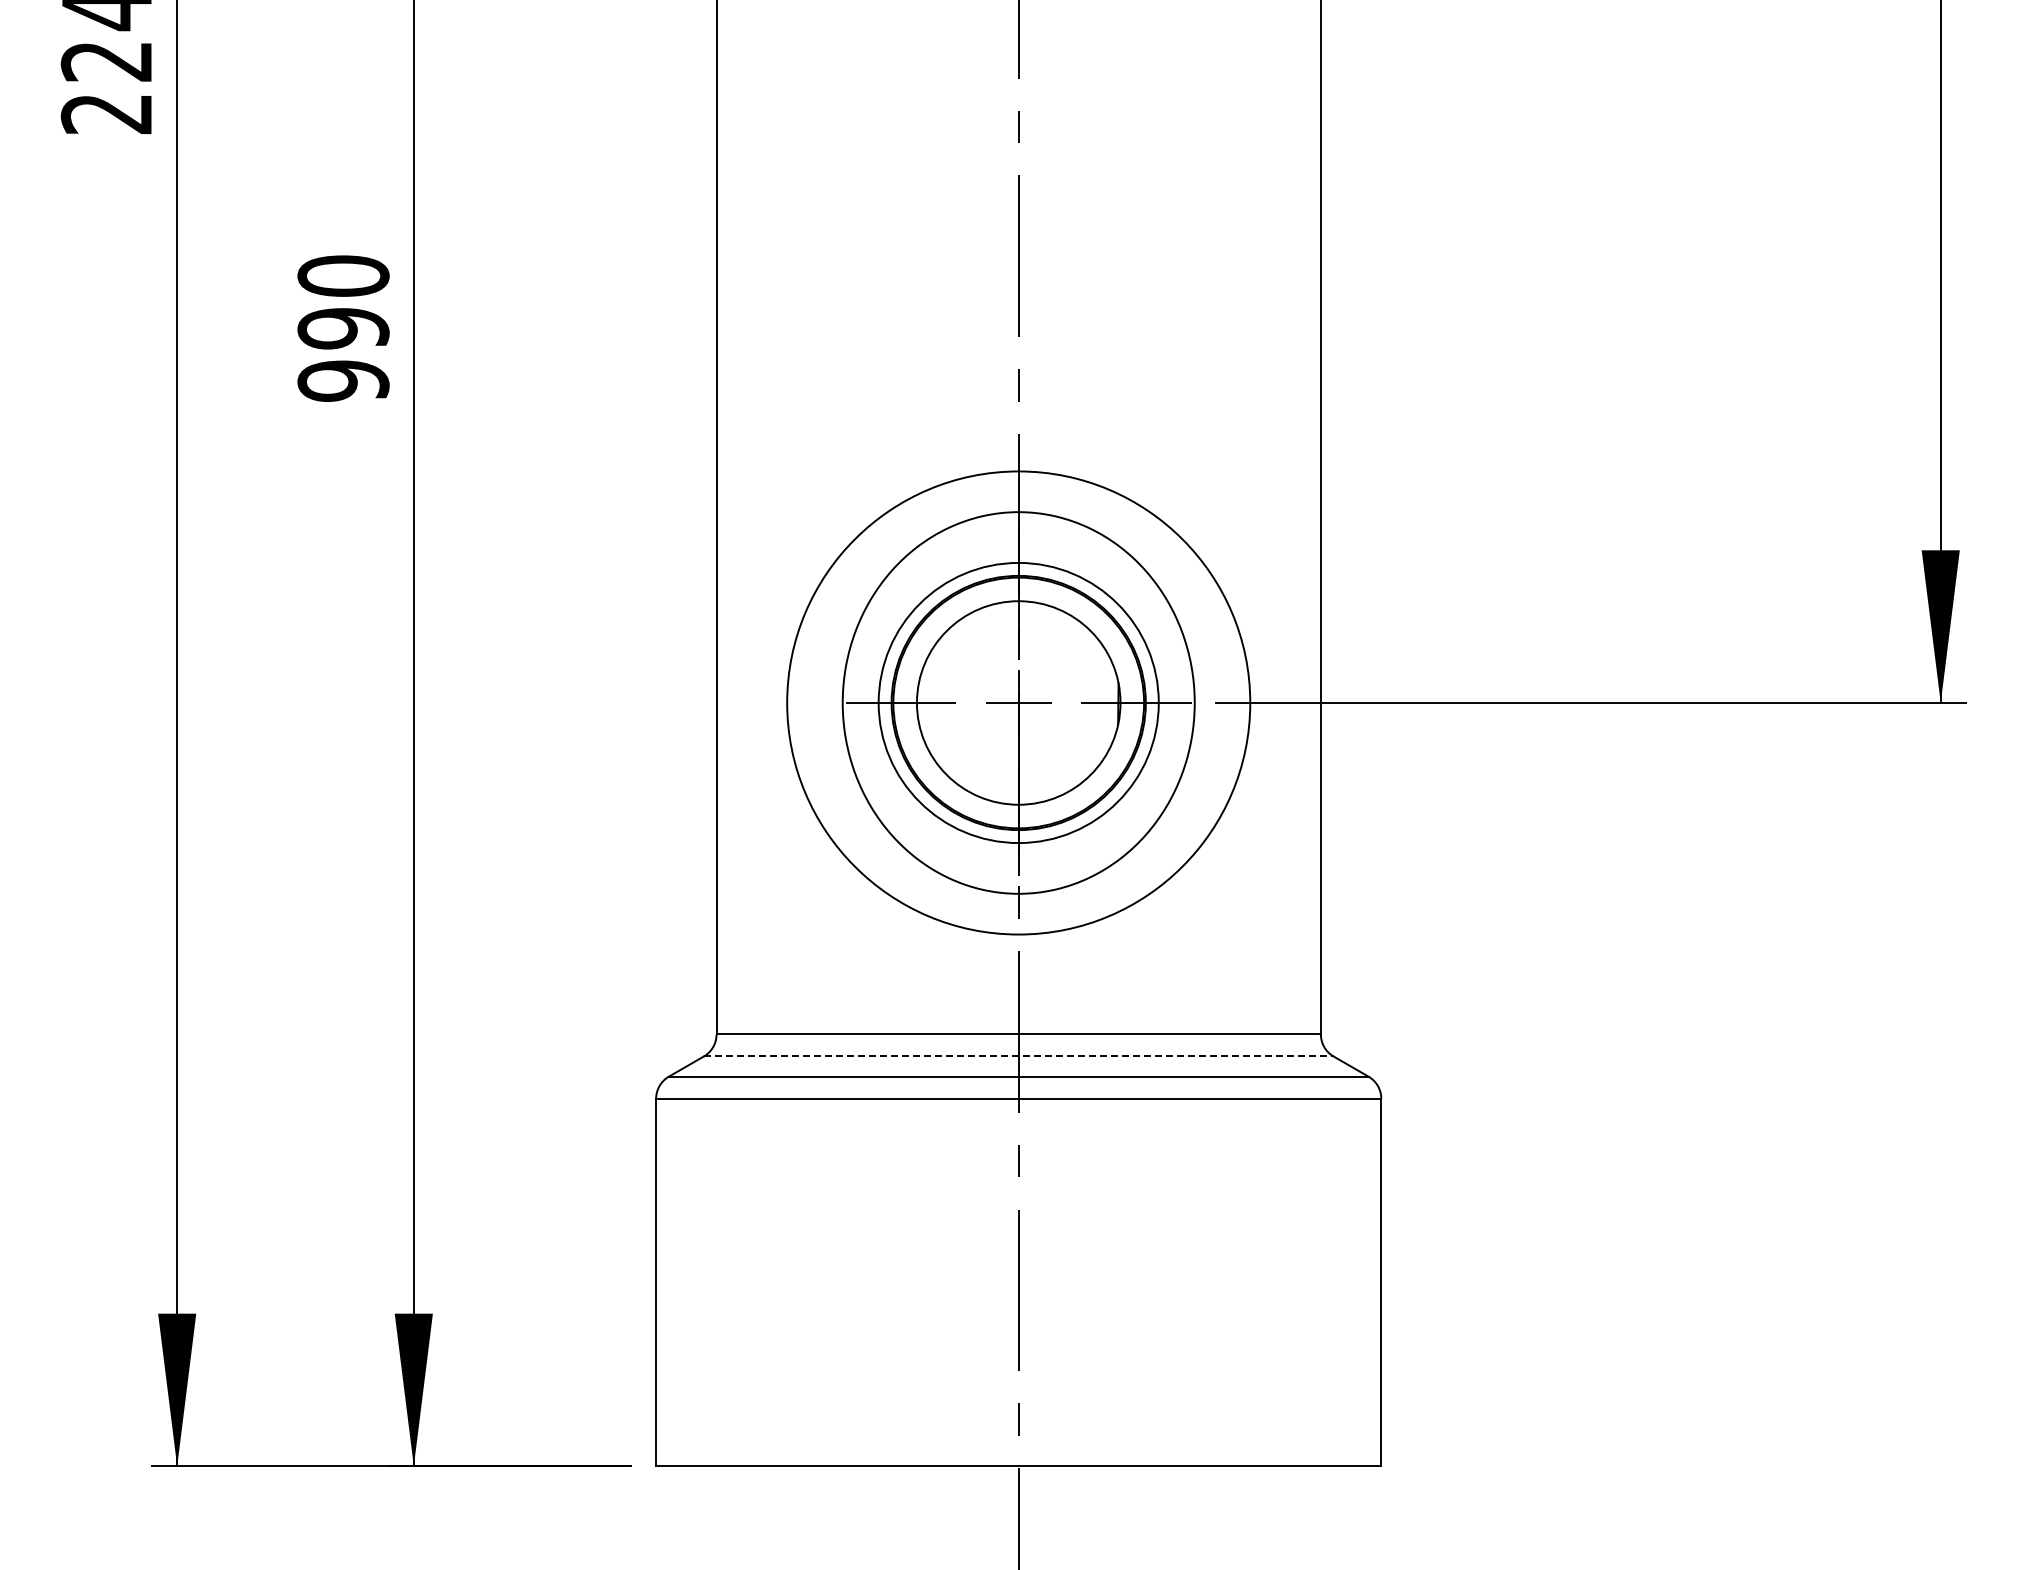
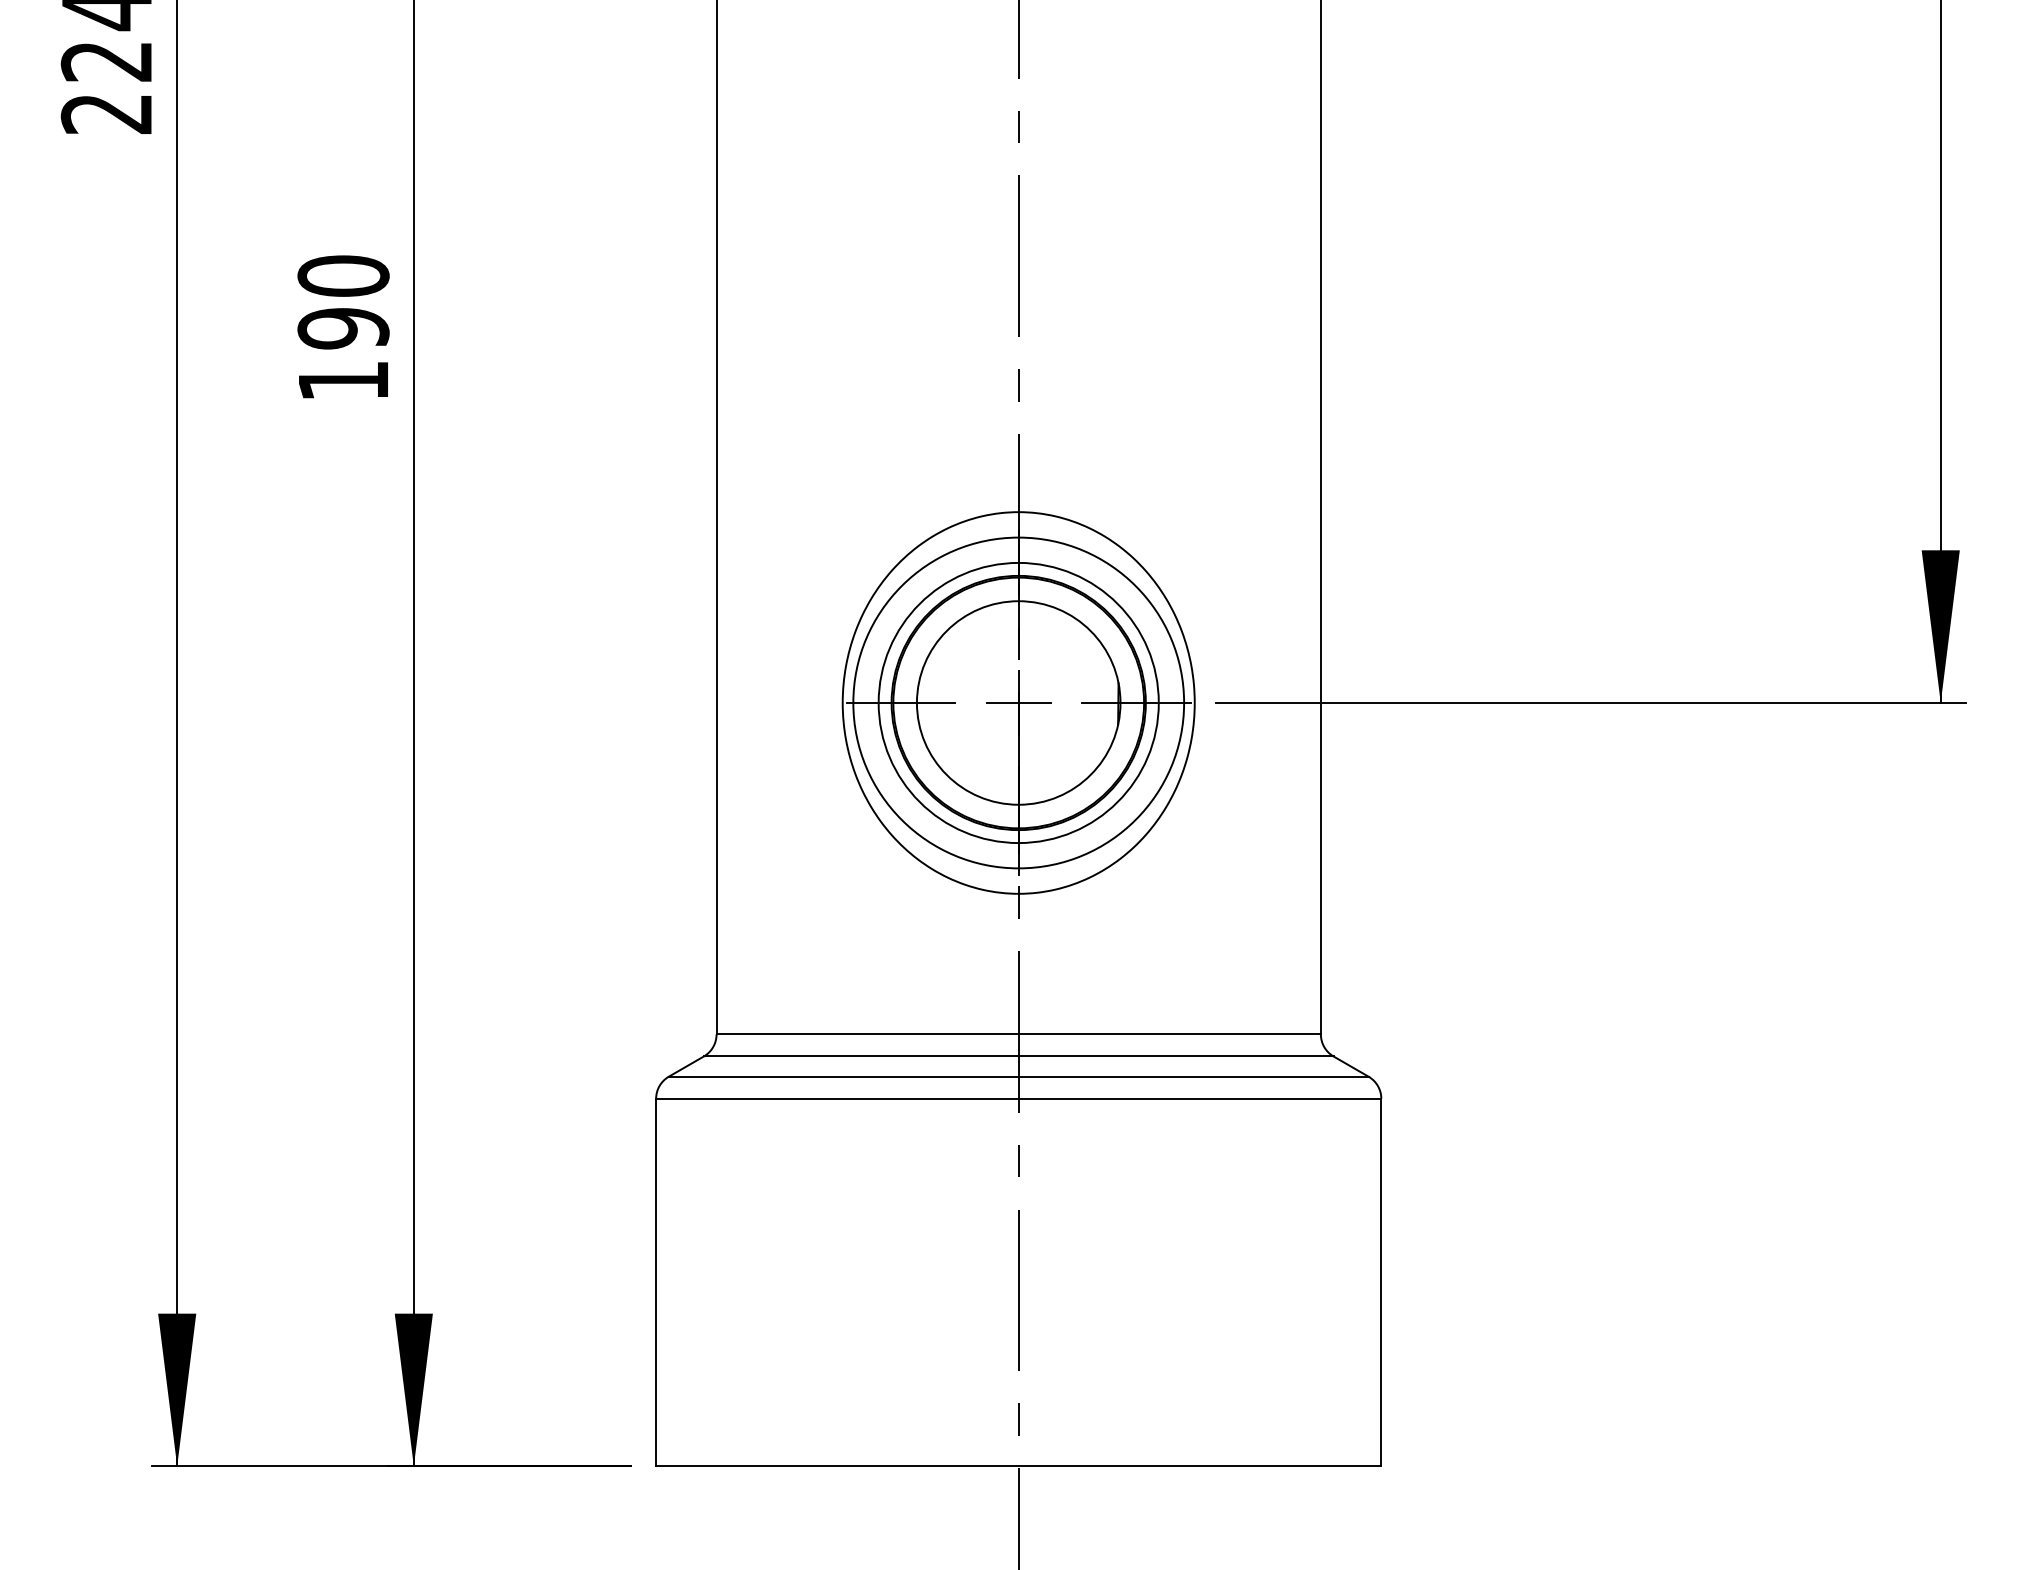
text at (343, 380): 990 -> 190
circle at (1018, 702) diameter: 463 px -> 331 px
line at (1018, 1056): dashed -> solid
